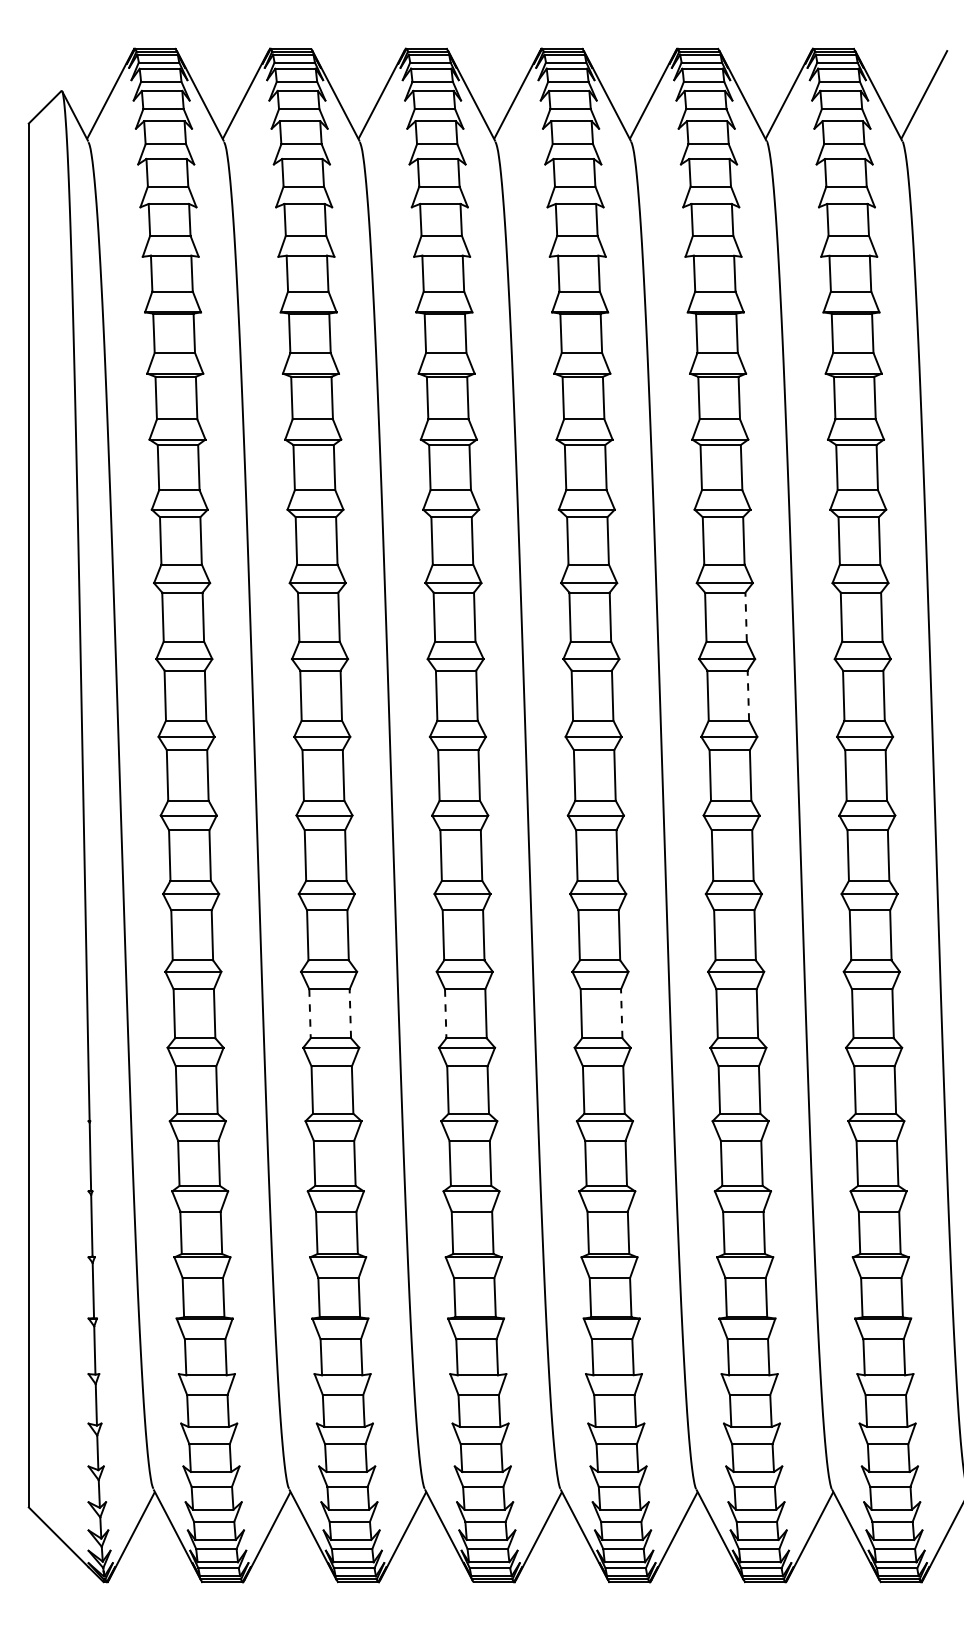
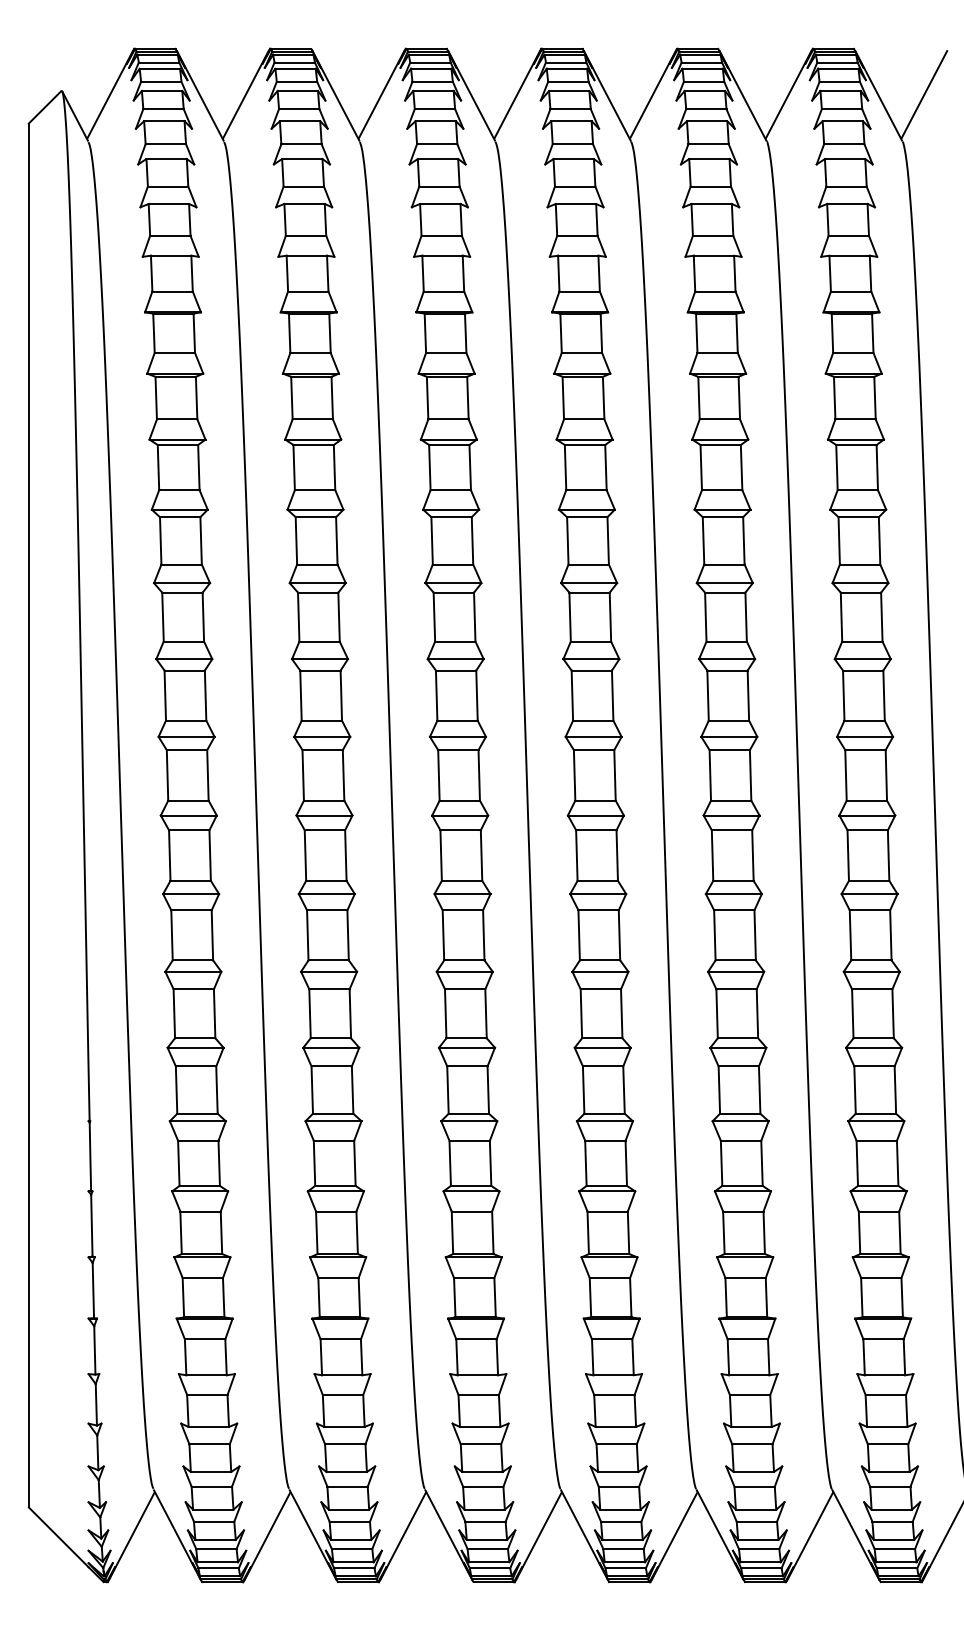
line at (746, 616): dashed -> solid
line at (748, 695): dashed -> solid
line at (350, 1013): dashed -> solid
line at (621, 1013): dashed -> solid
line at (310, 1014): dashed -> solid
line at (445, 1014): dashed -> solid
